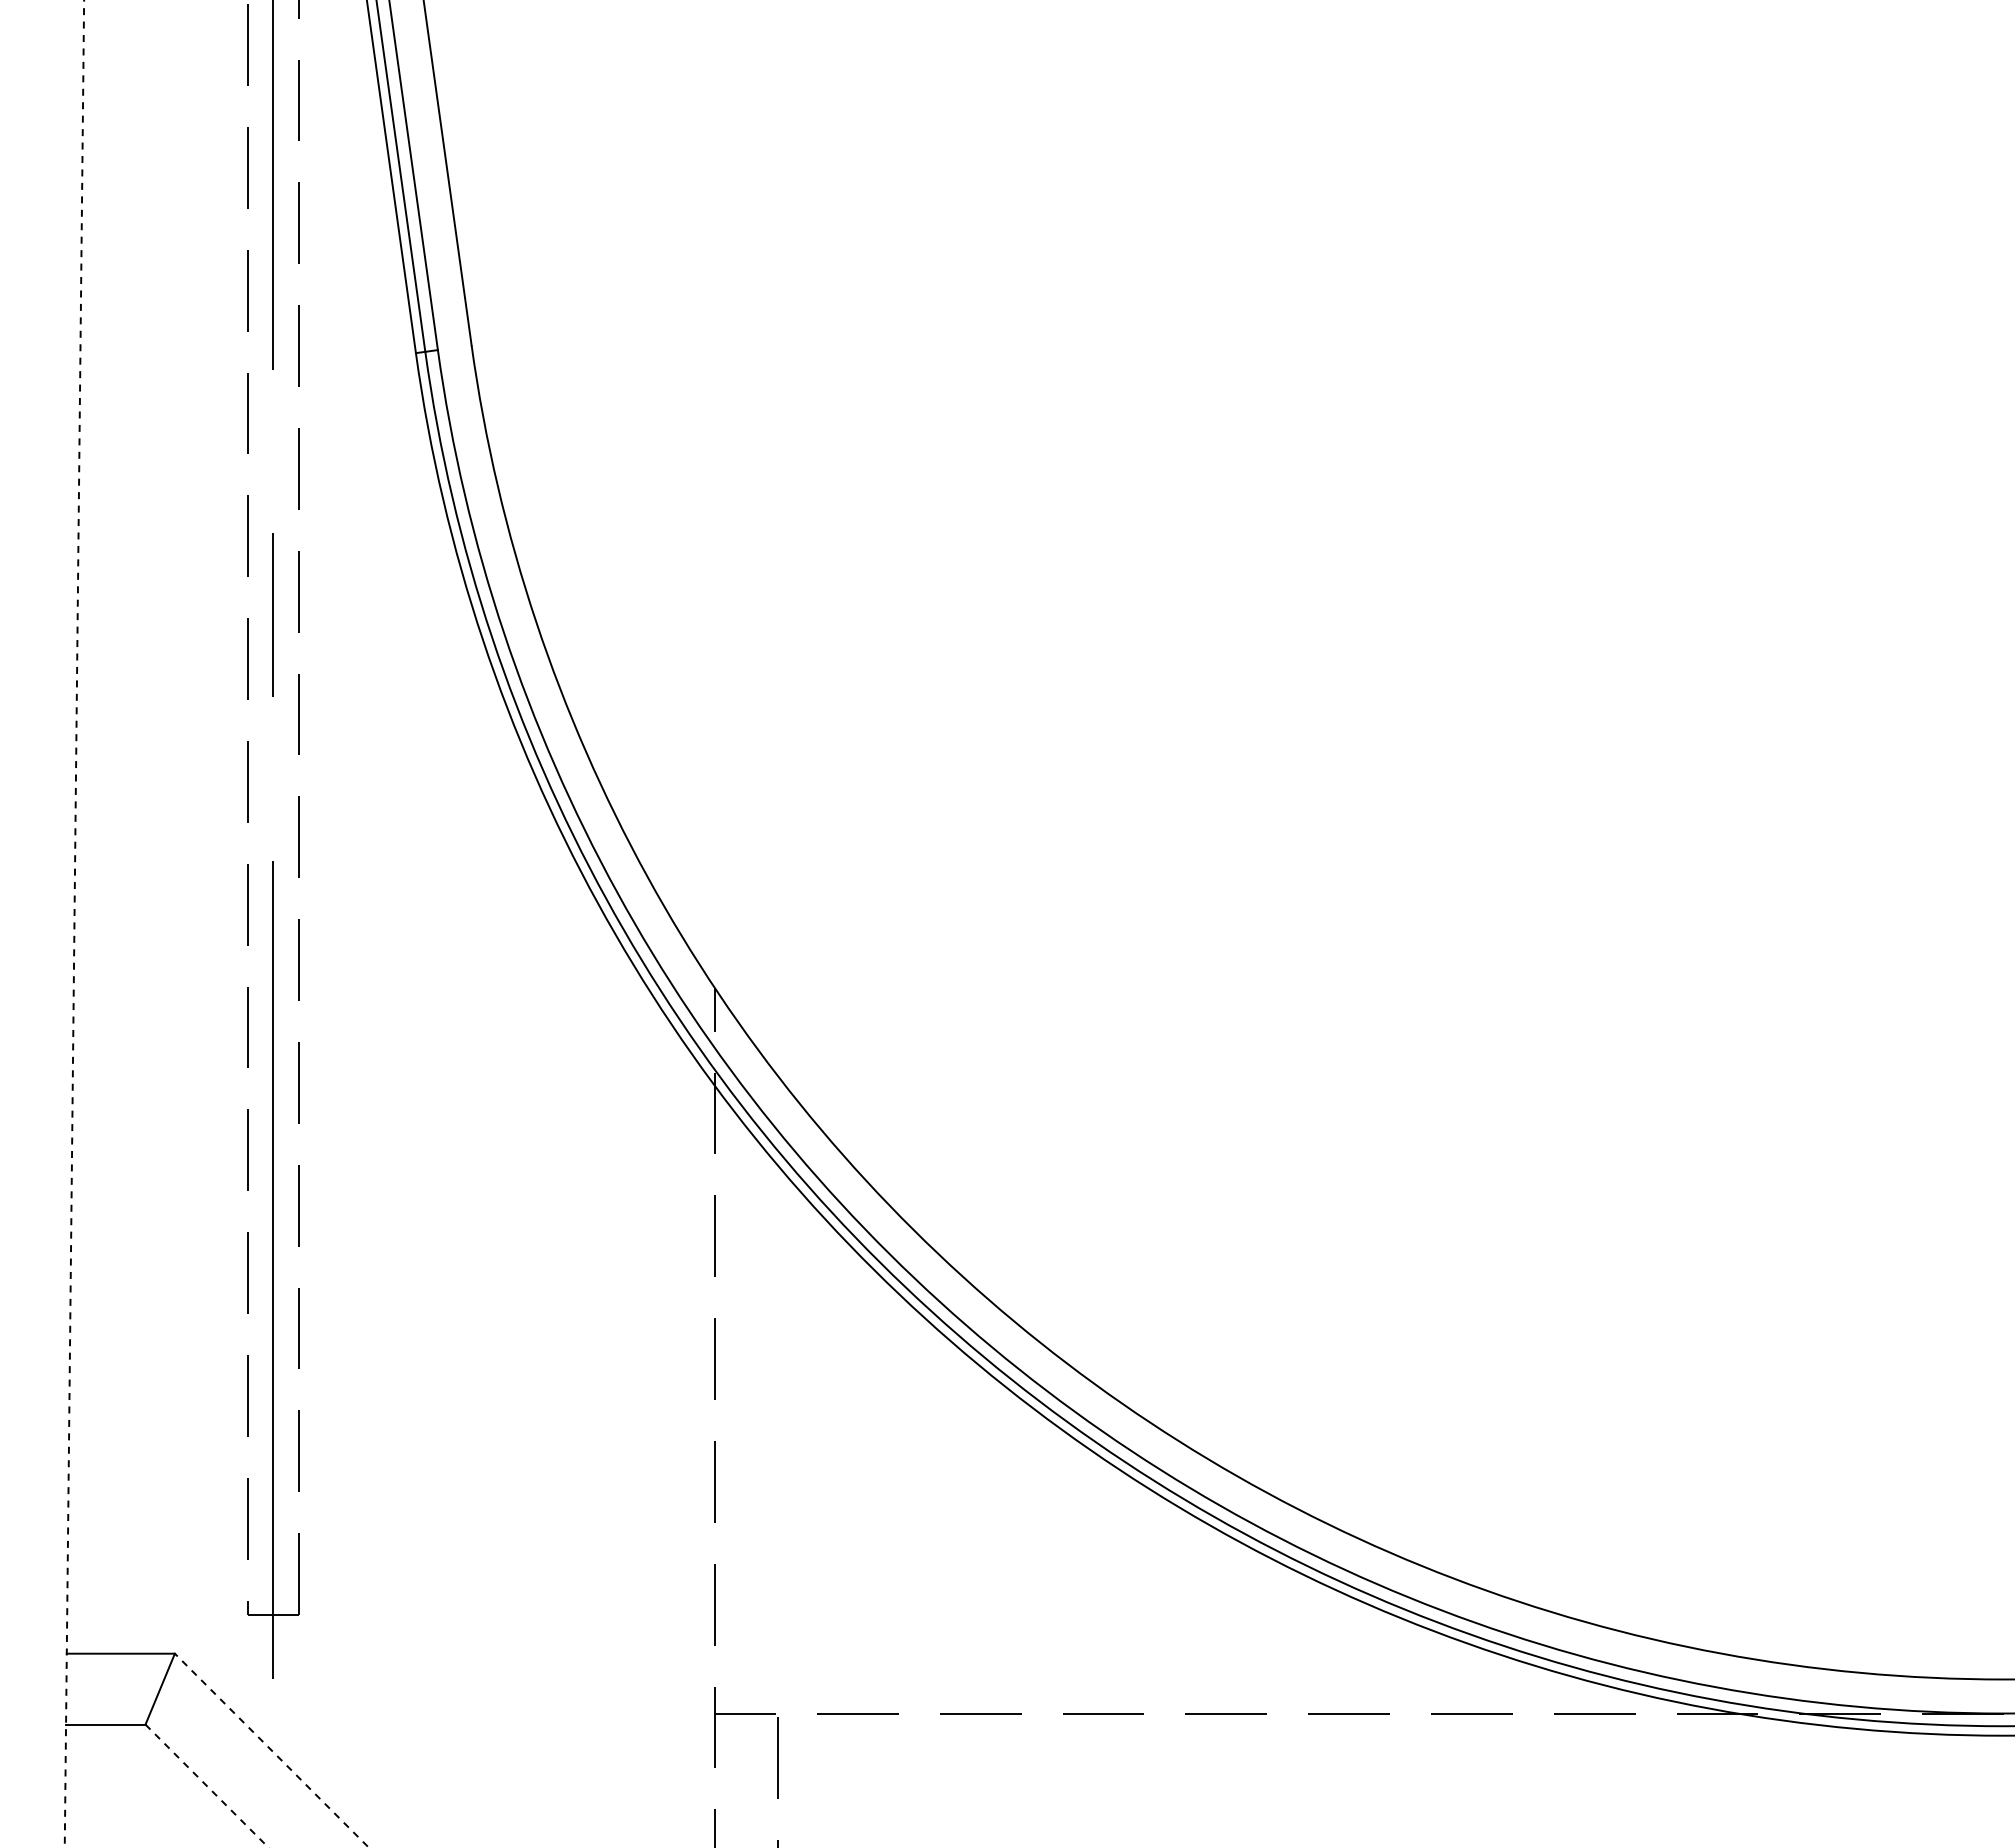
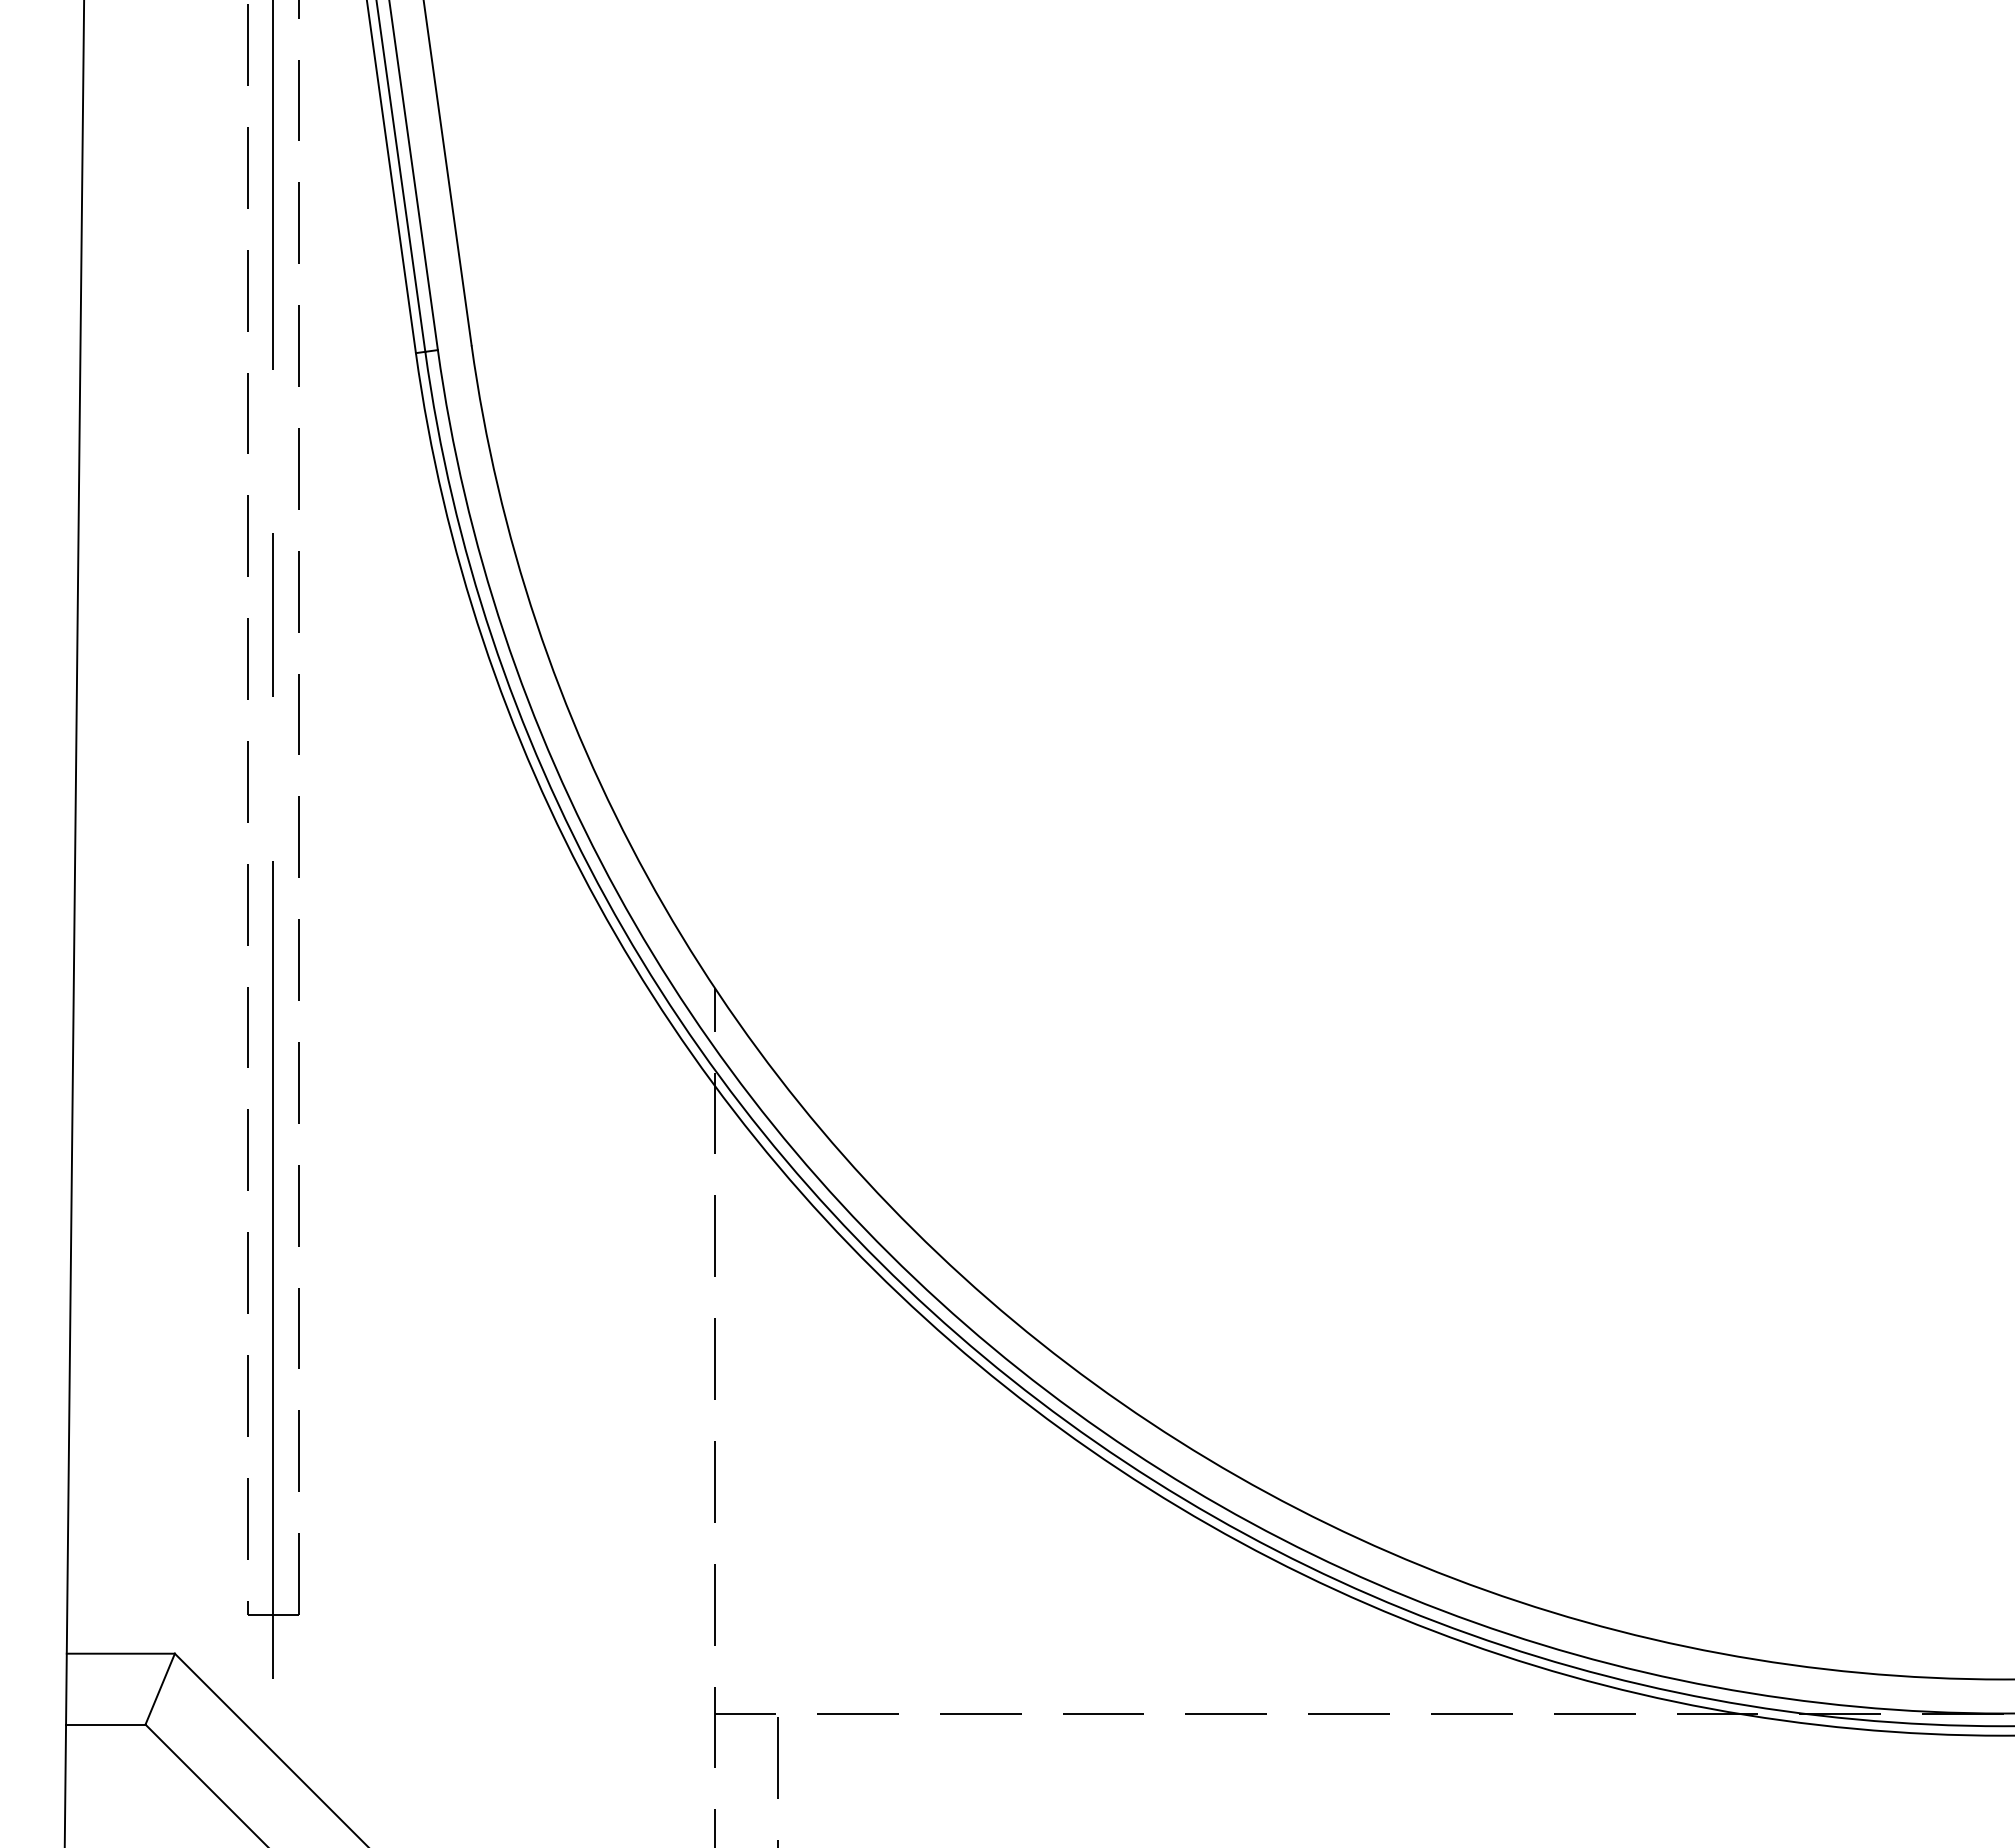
line at (74, 923): dashed -> solid
line at (271, 1750): dashed -> solid
line at (206, 1786): dashed -> solid
